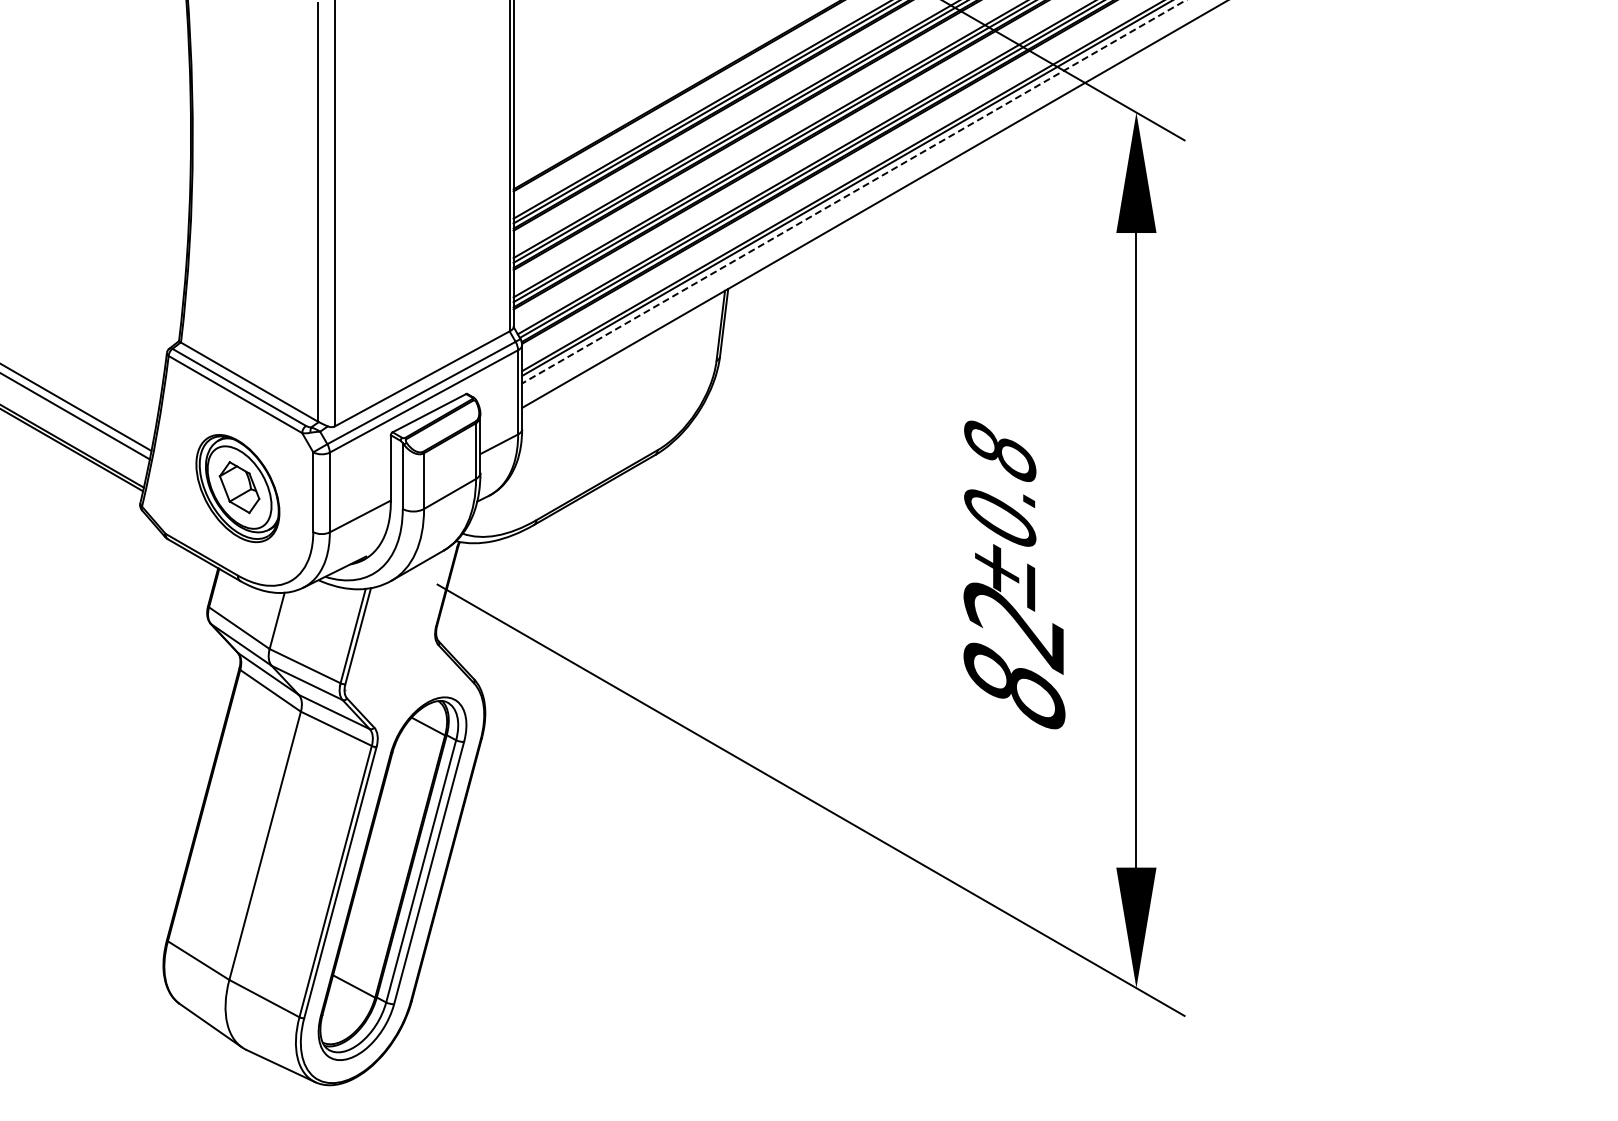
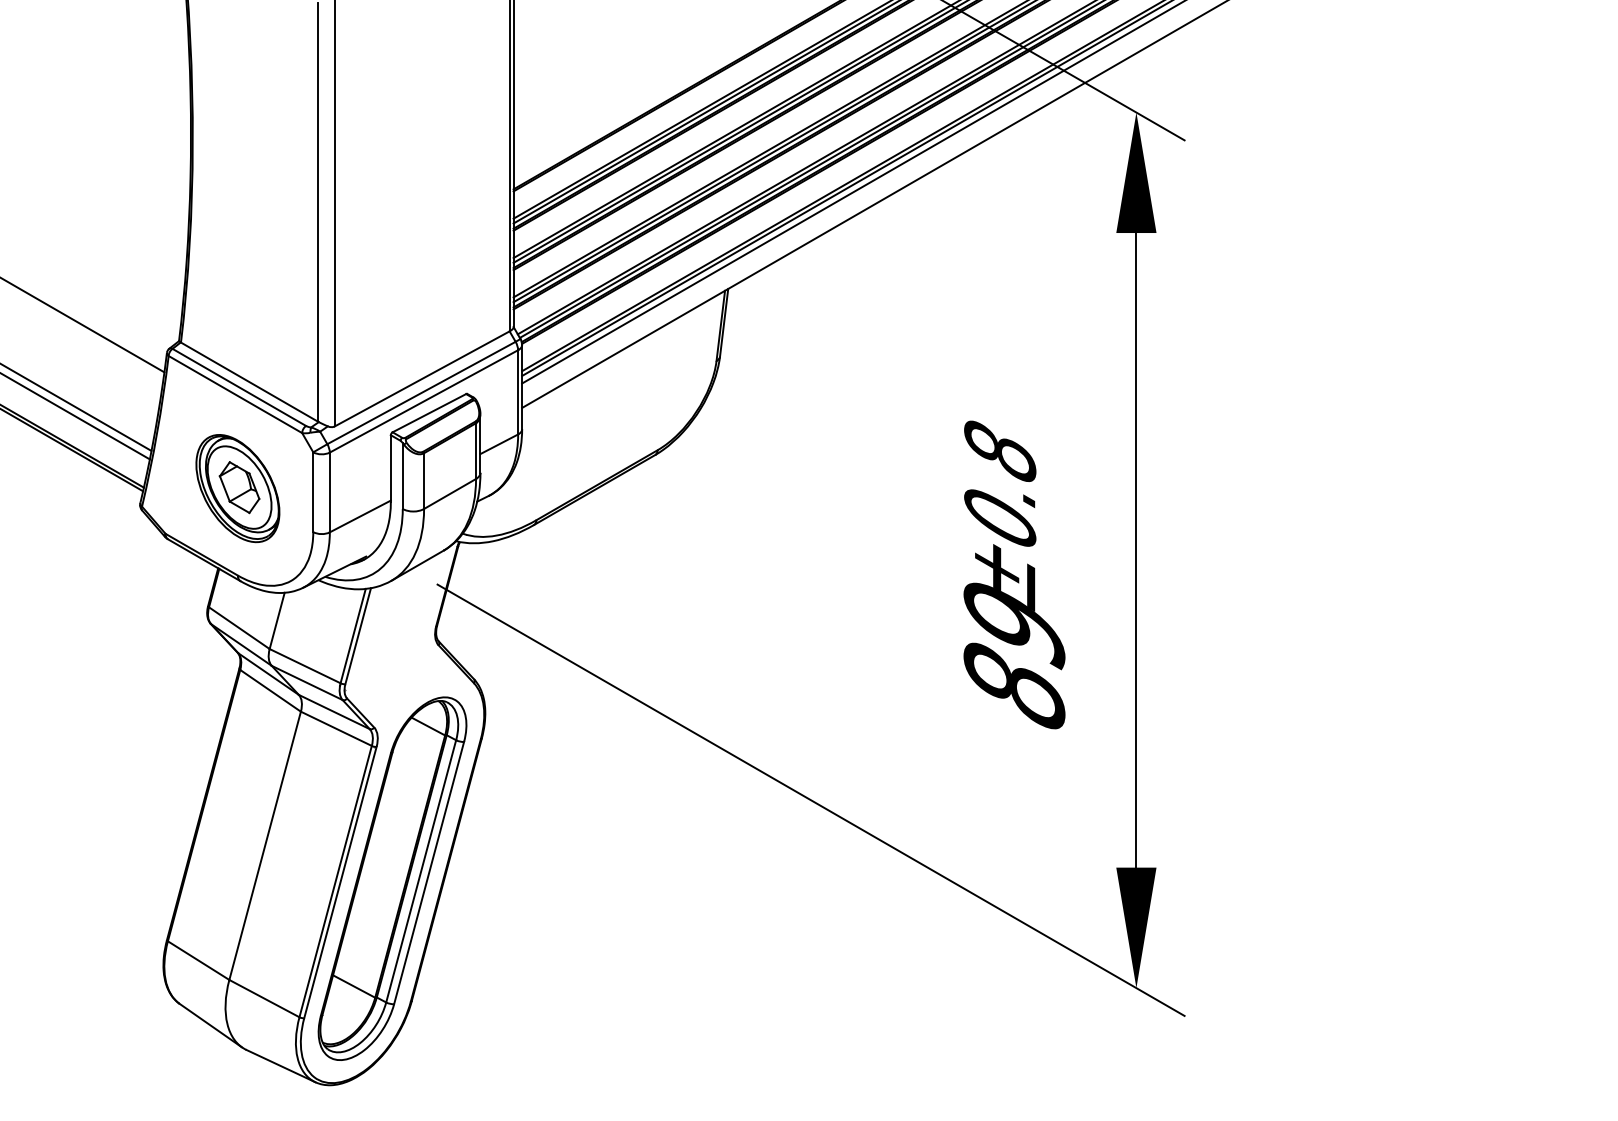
line at (853, 192): dashed -> solid
line at (83, 325): none -> present
text at (1014, 628): 82 -> 89
